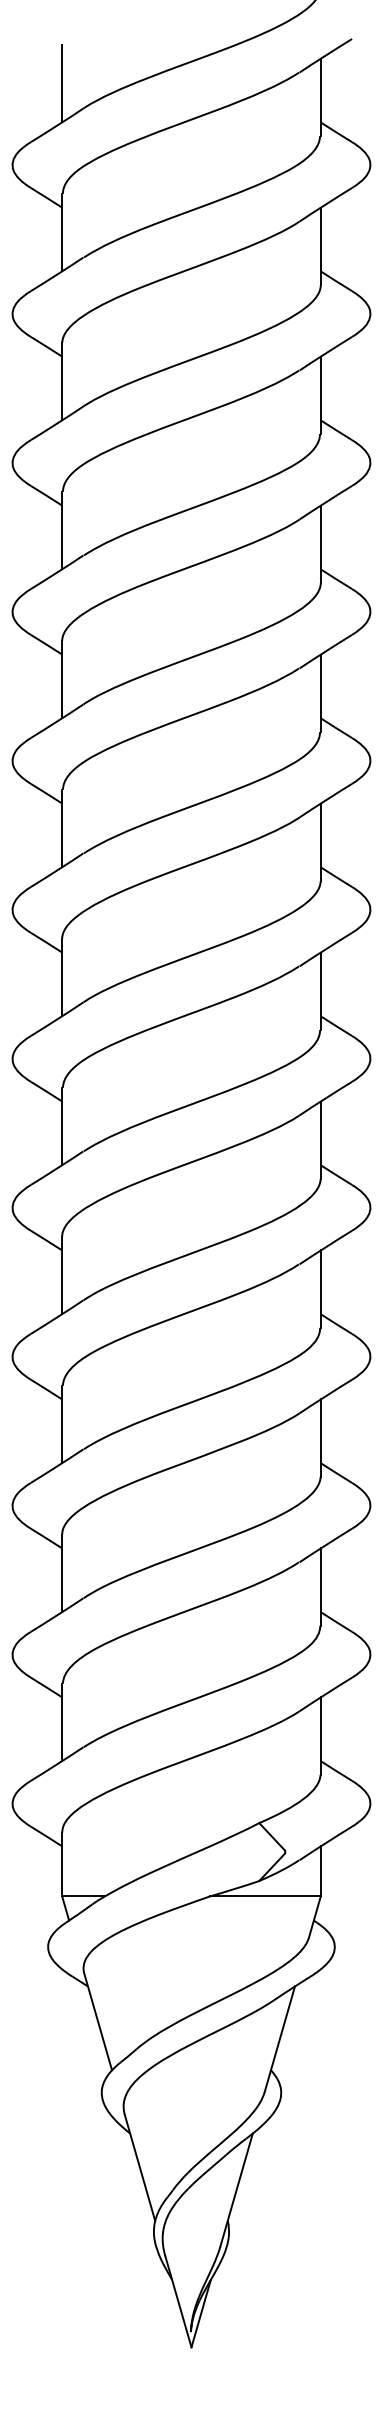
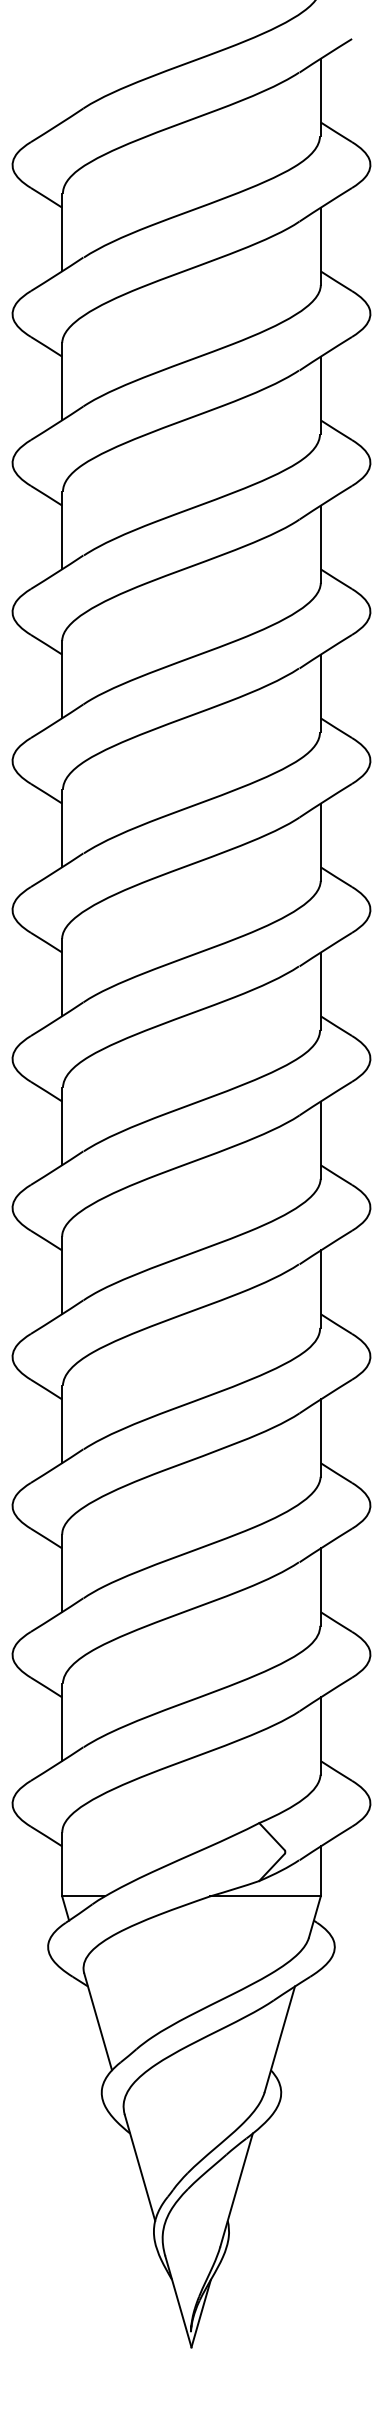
line at (62, 83): present -> none
